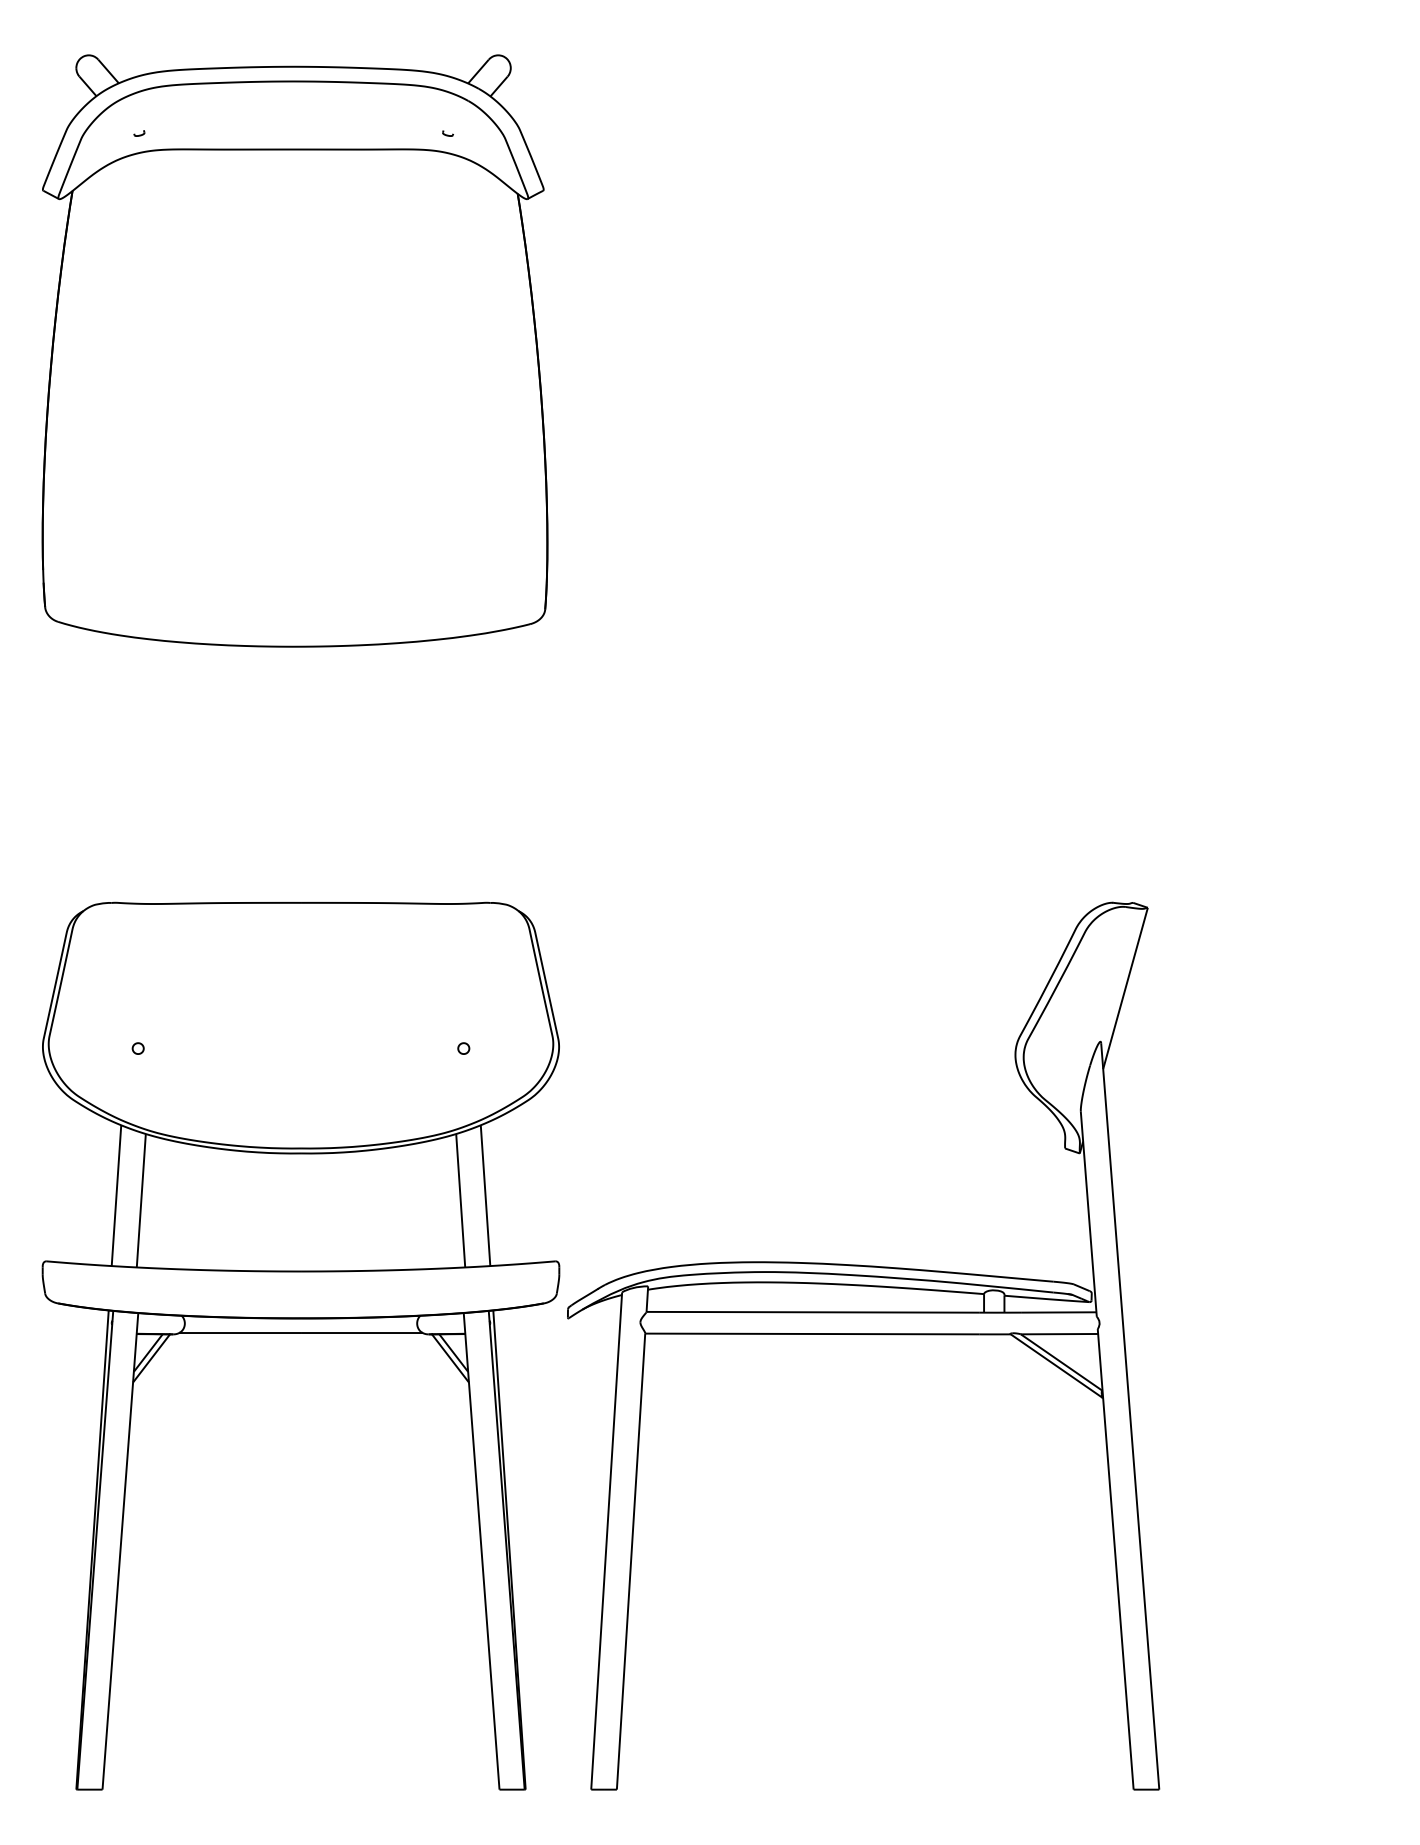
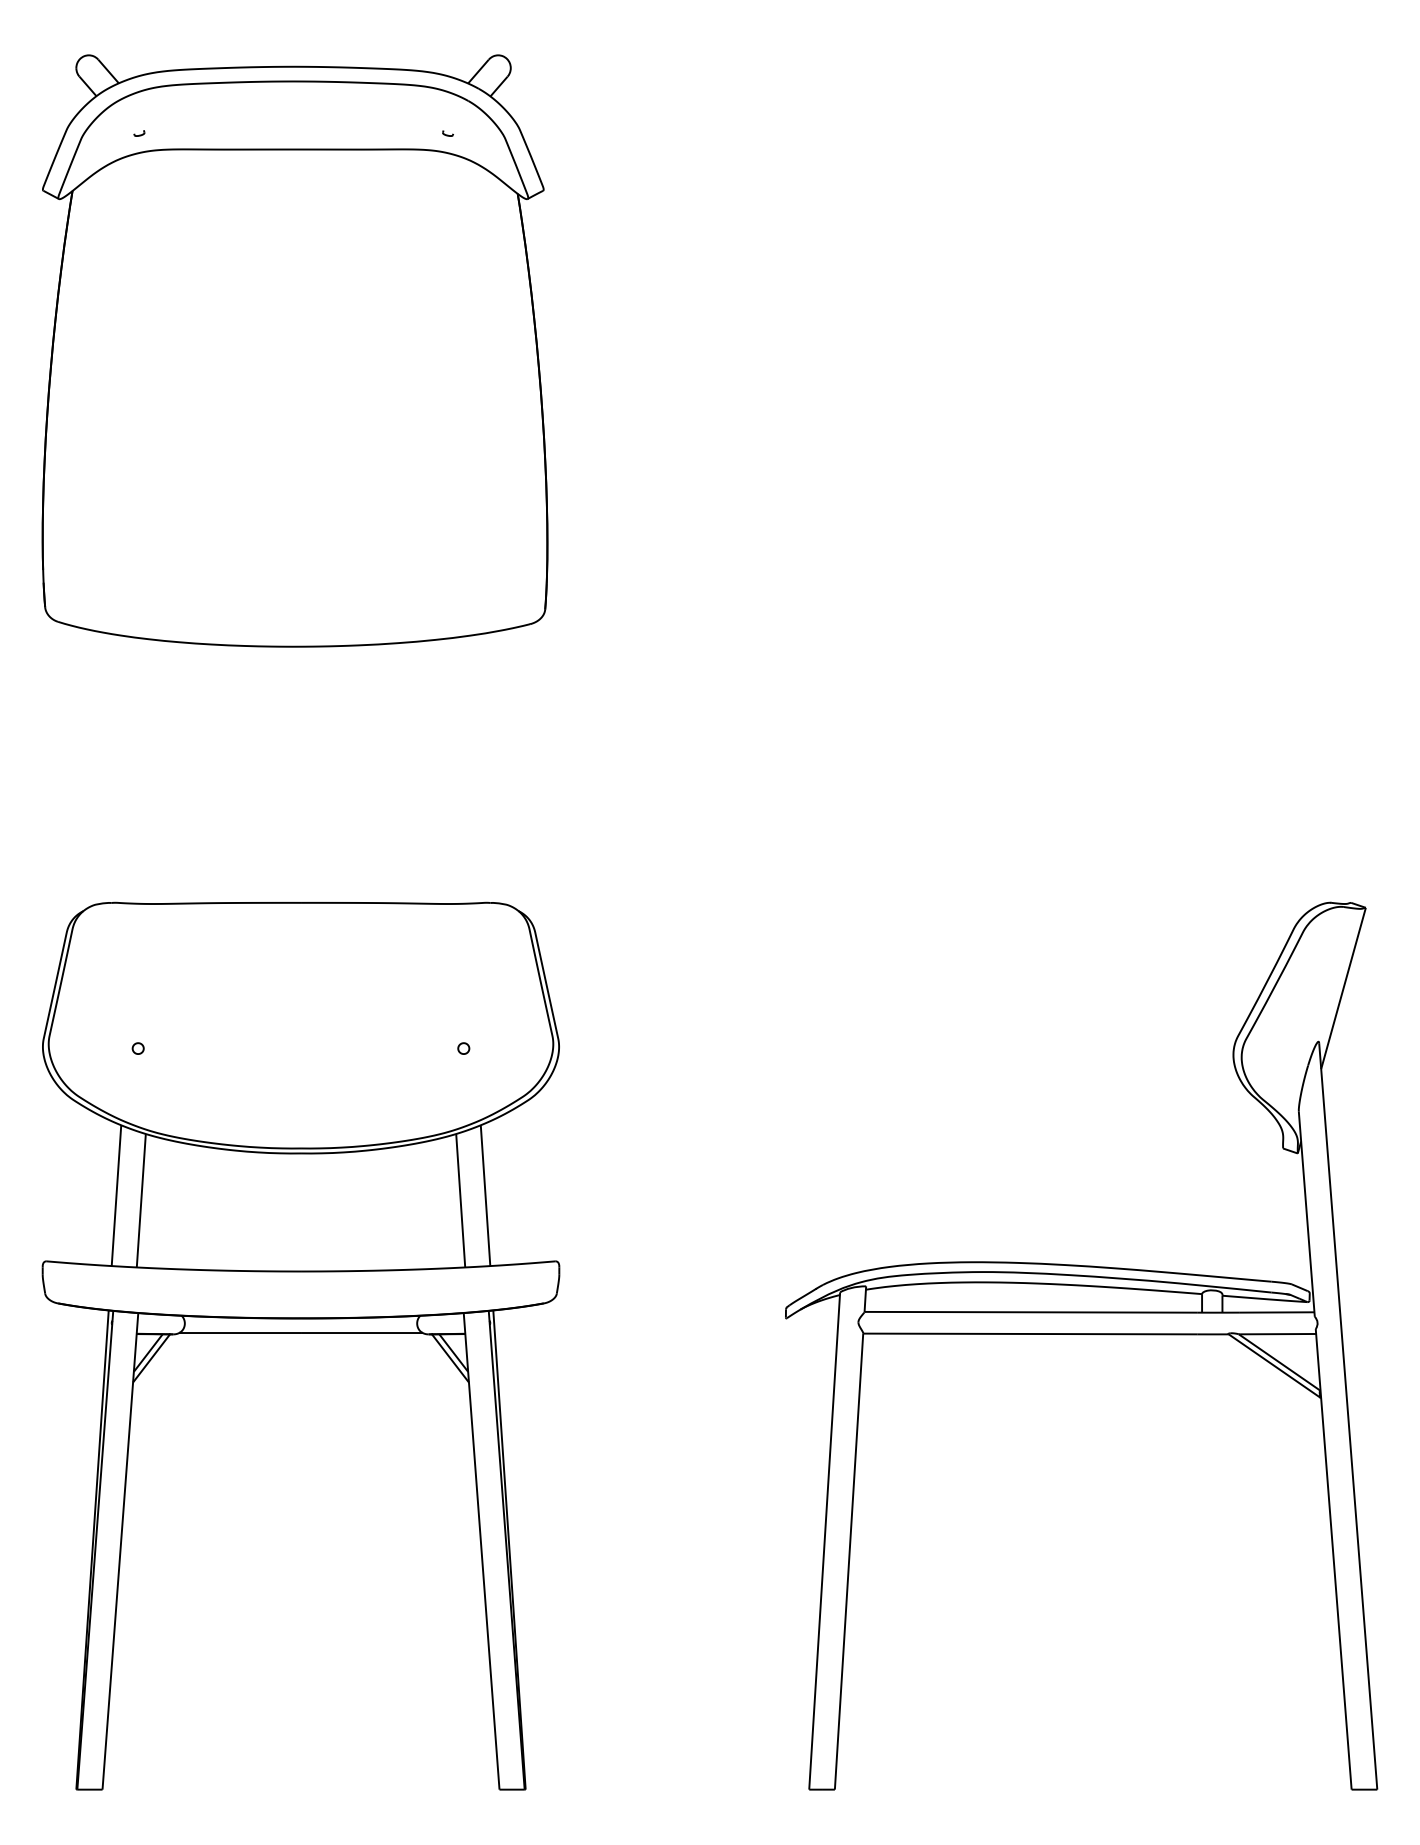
part at (863, 1334) position: (863, 1334) -> (1081, 1334)
